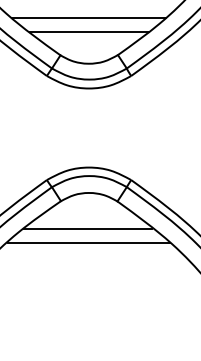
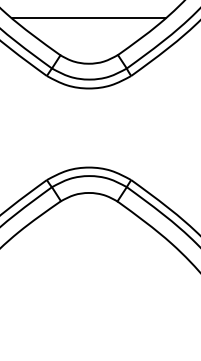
line at (89, 32): present -> none
line at (87, 228): present -> none
line at (88, 242): present -> none
